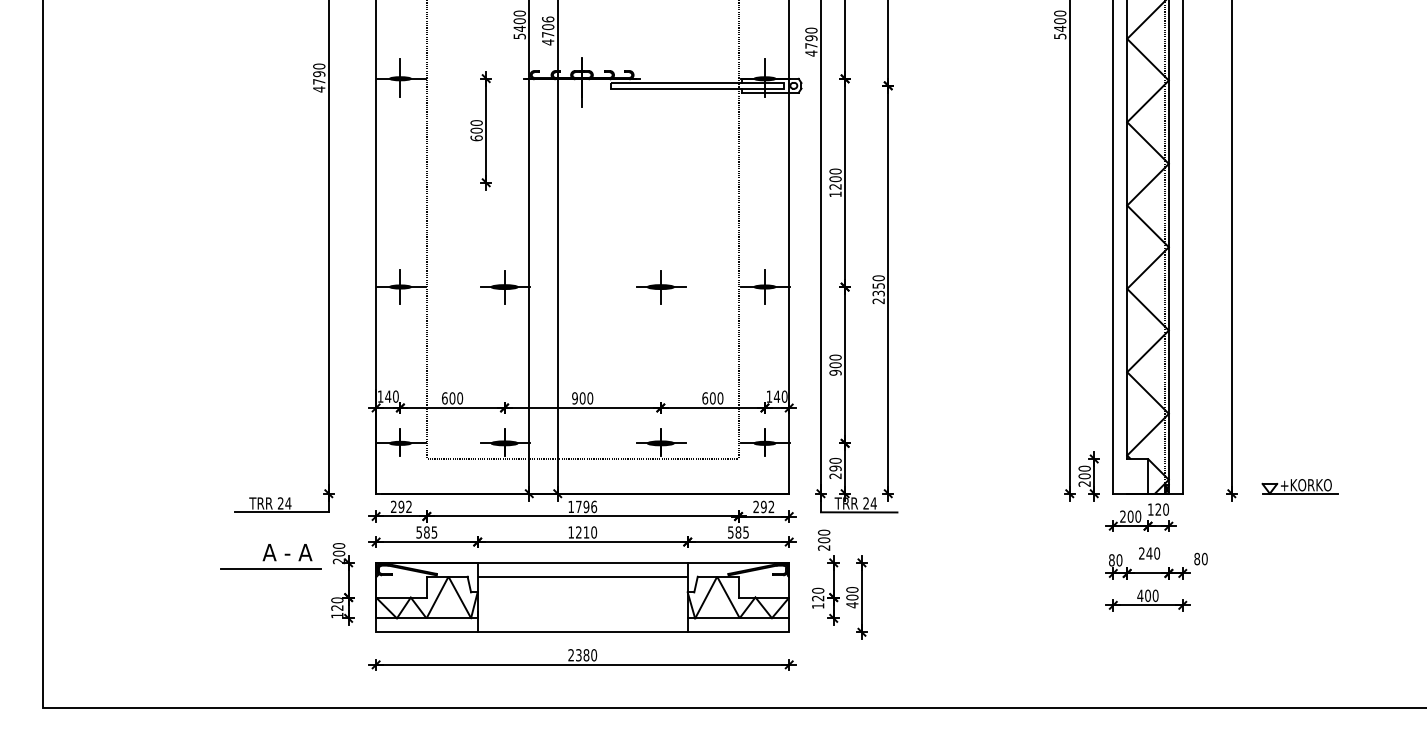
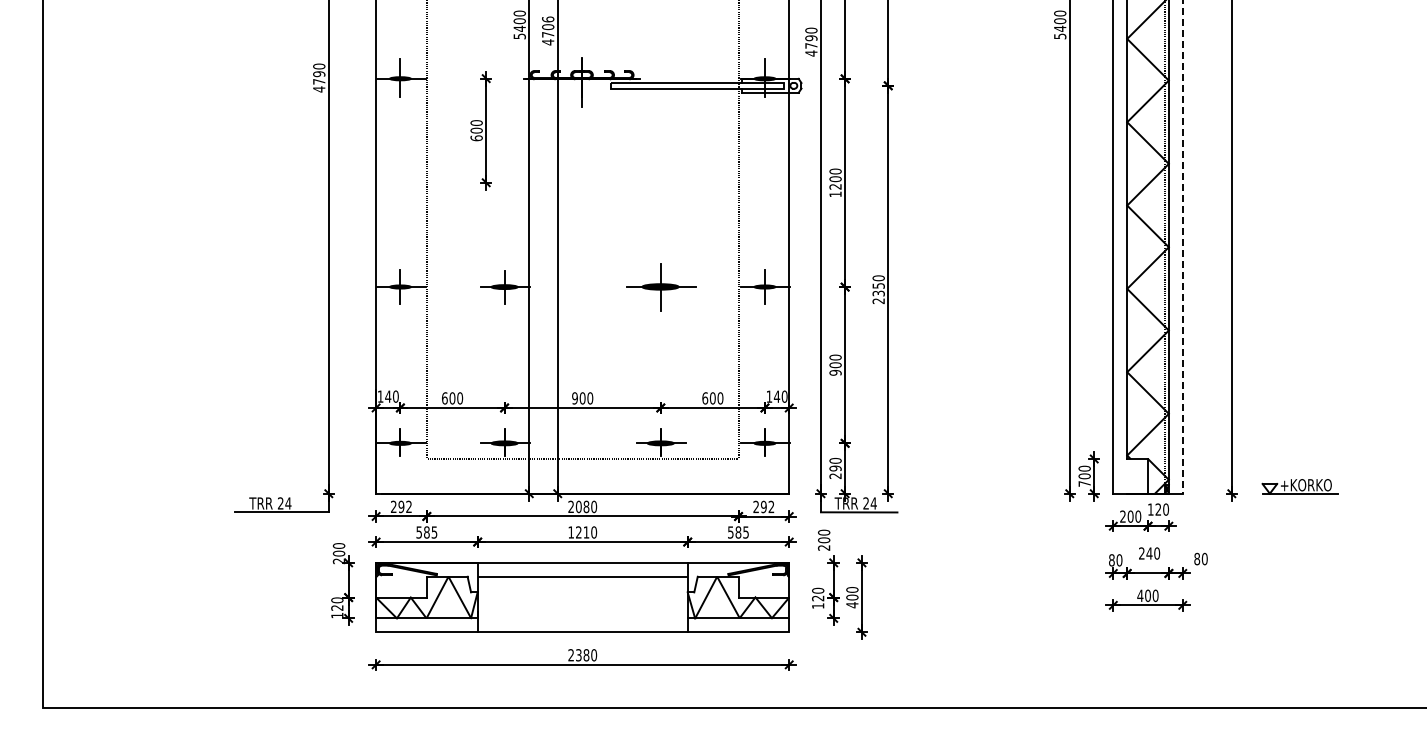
line at (1182, 247): solid -> dashed
part at (661, 287) size: 51x35 px -> 71x49 px
text at (1084, 483): 200 -> 700
text at (582, 506): 1796 -> 2080
part at (270, 556): present -> none
